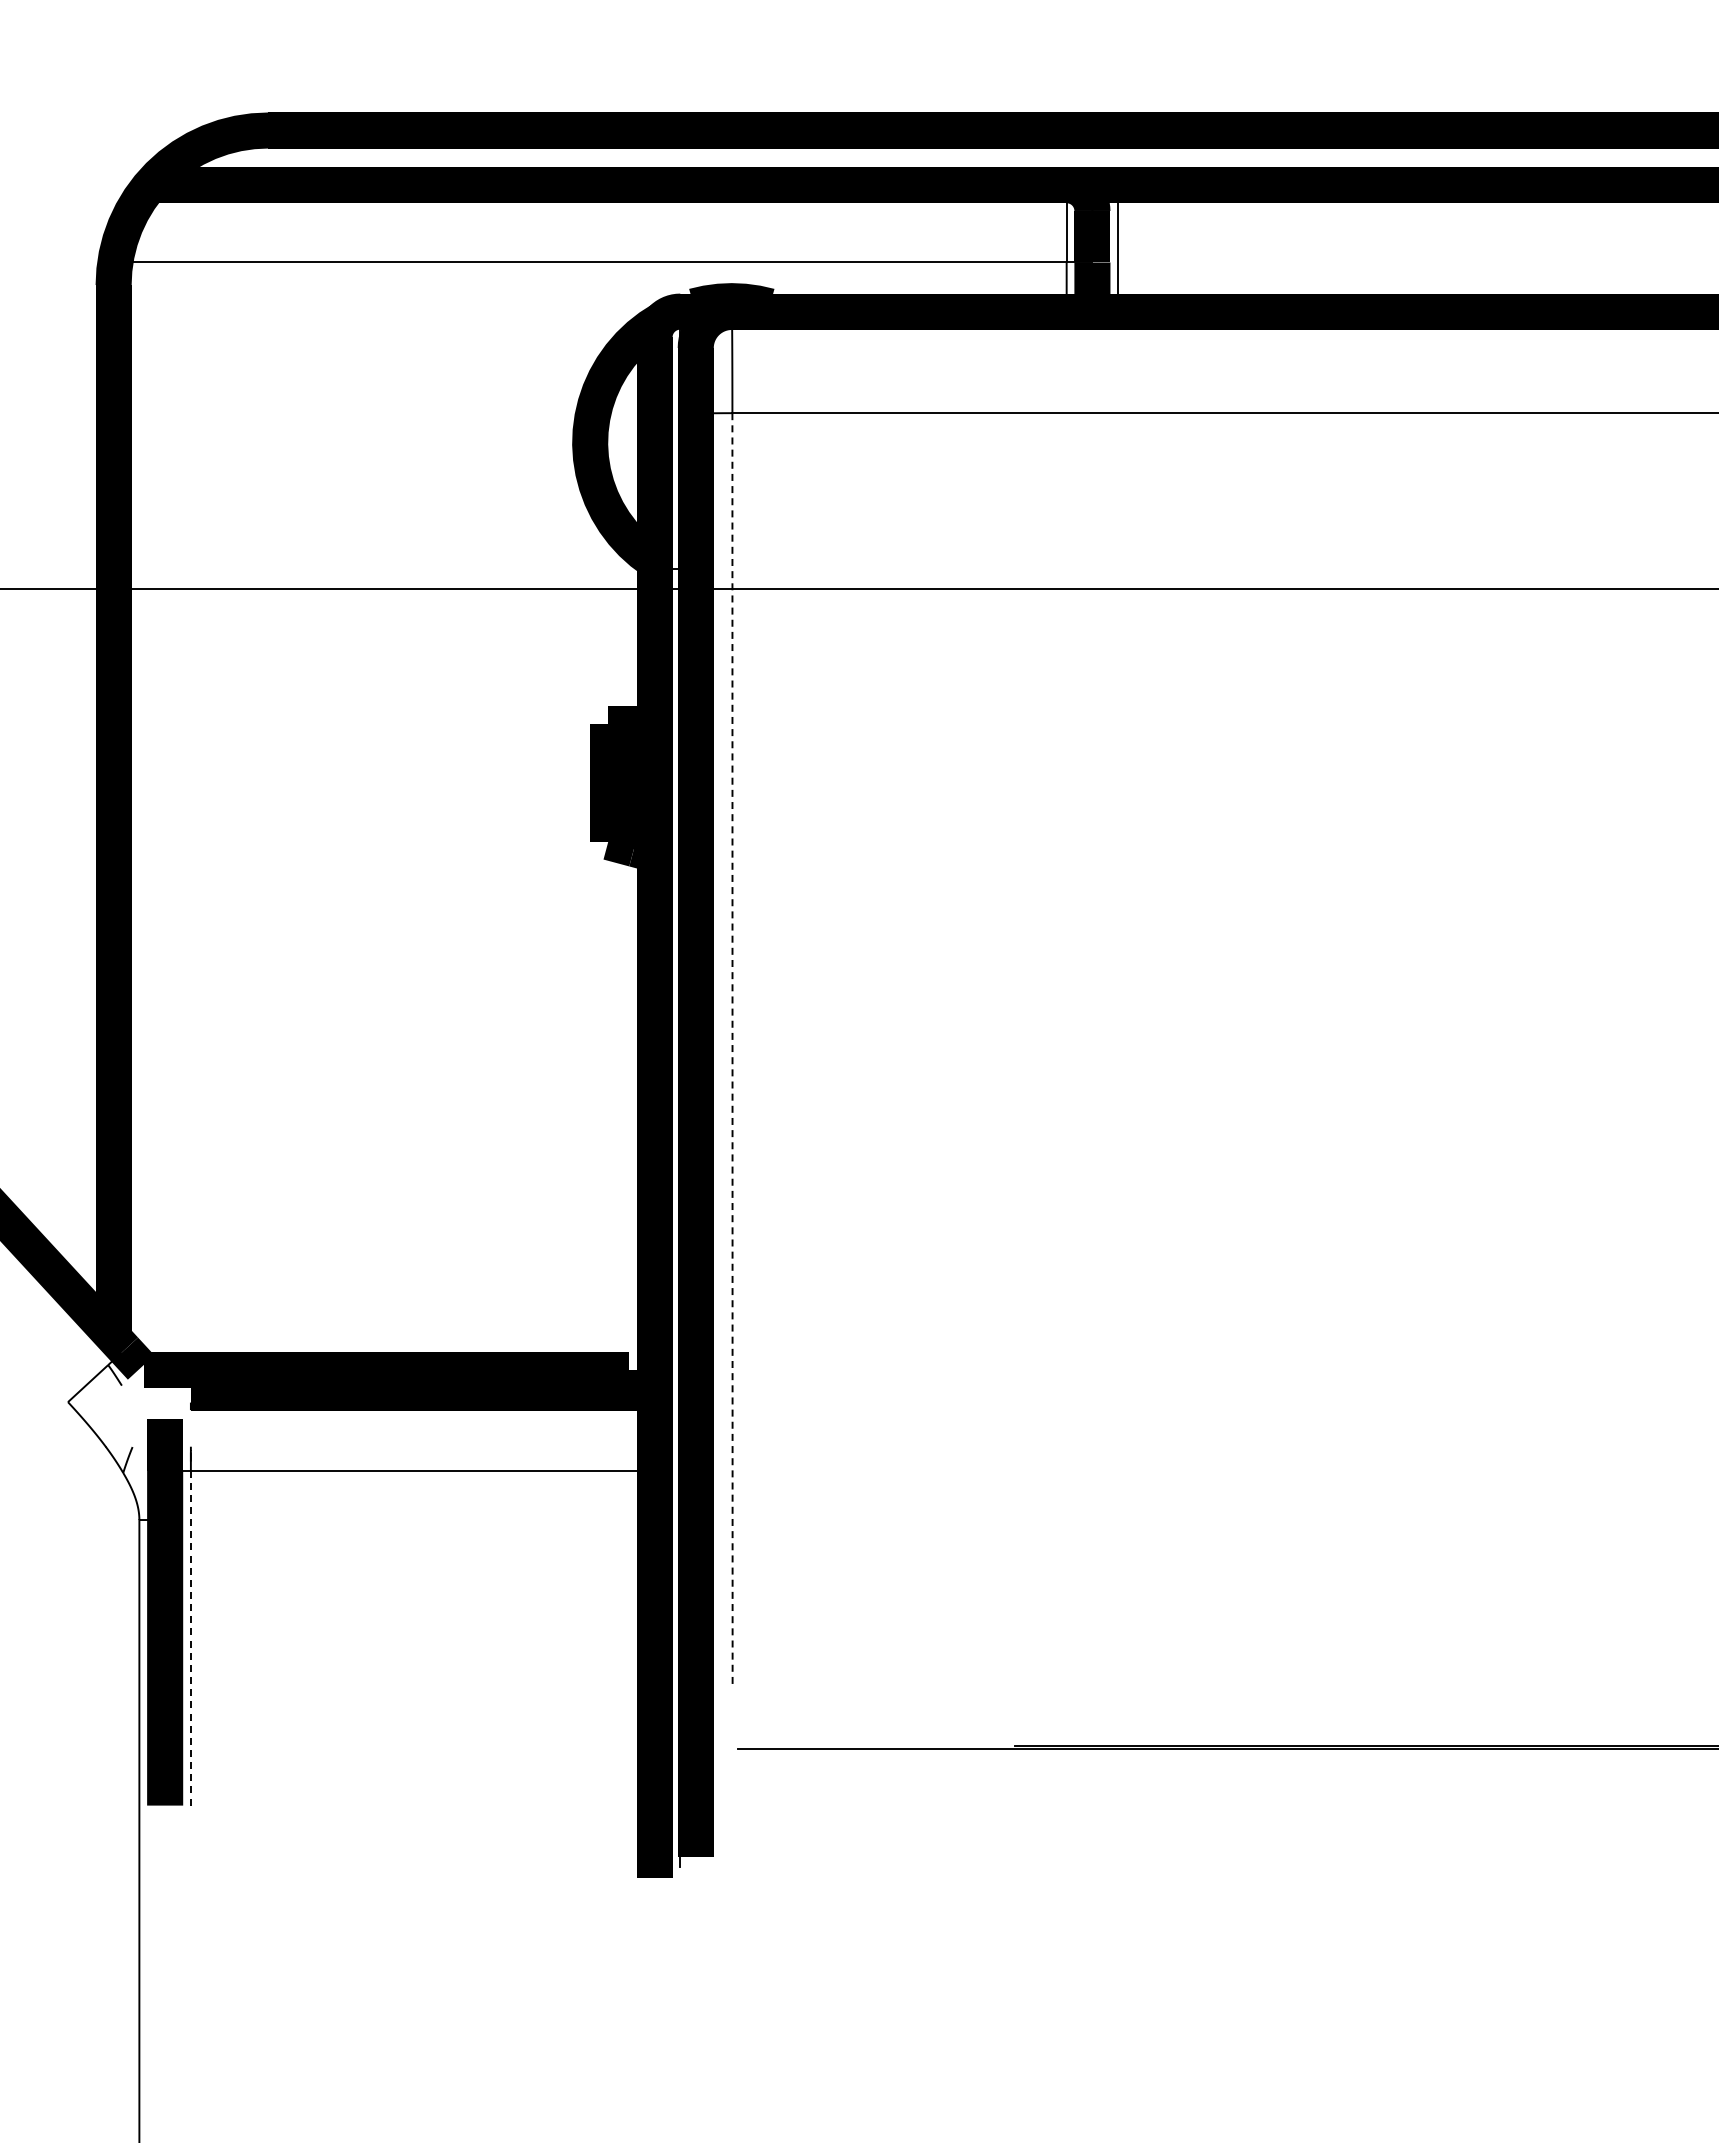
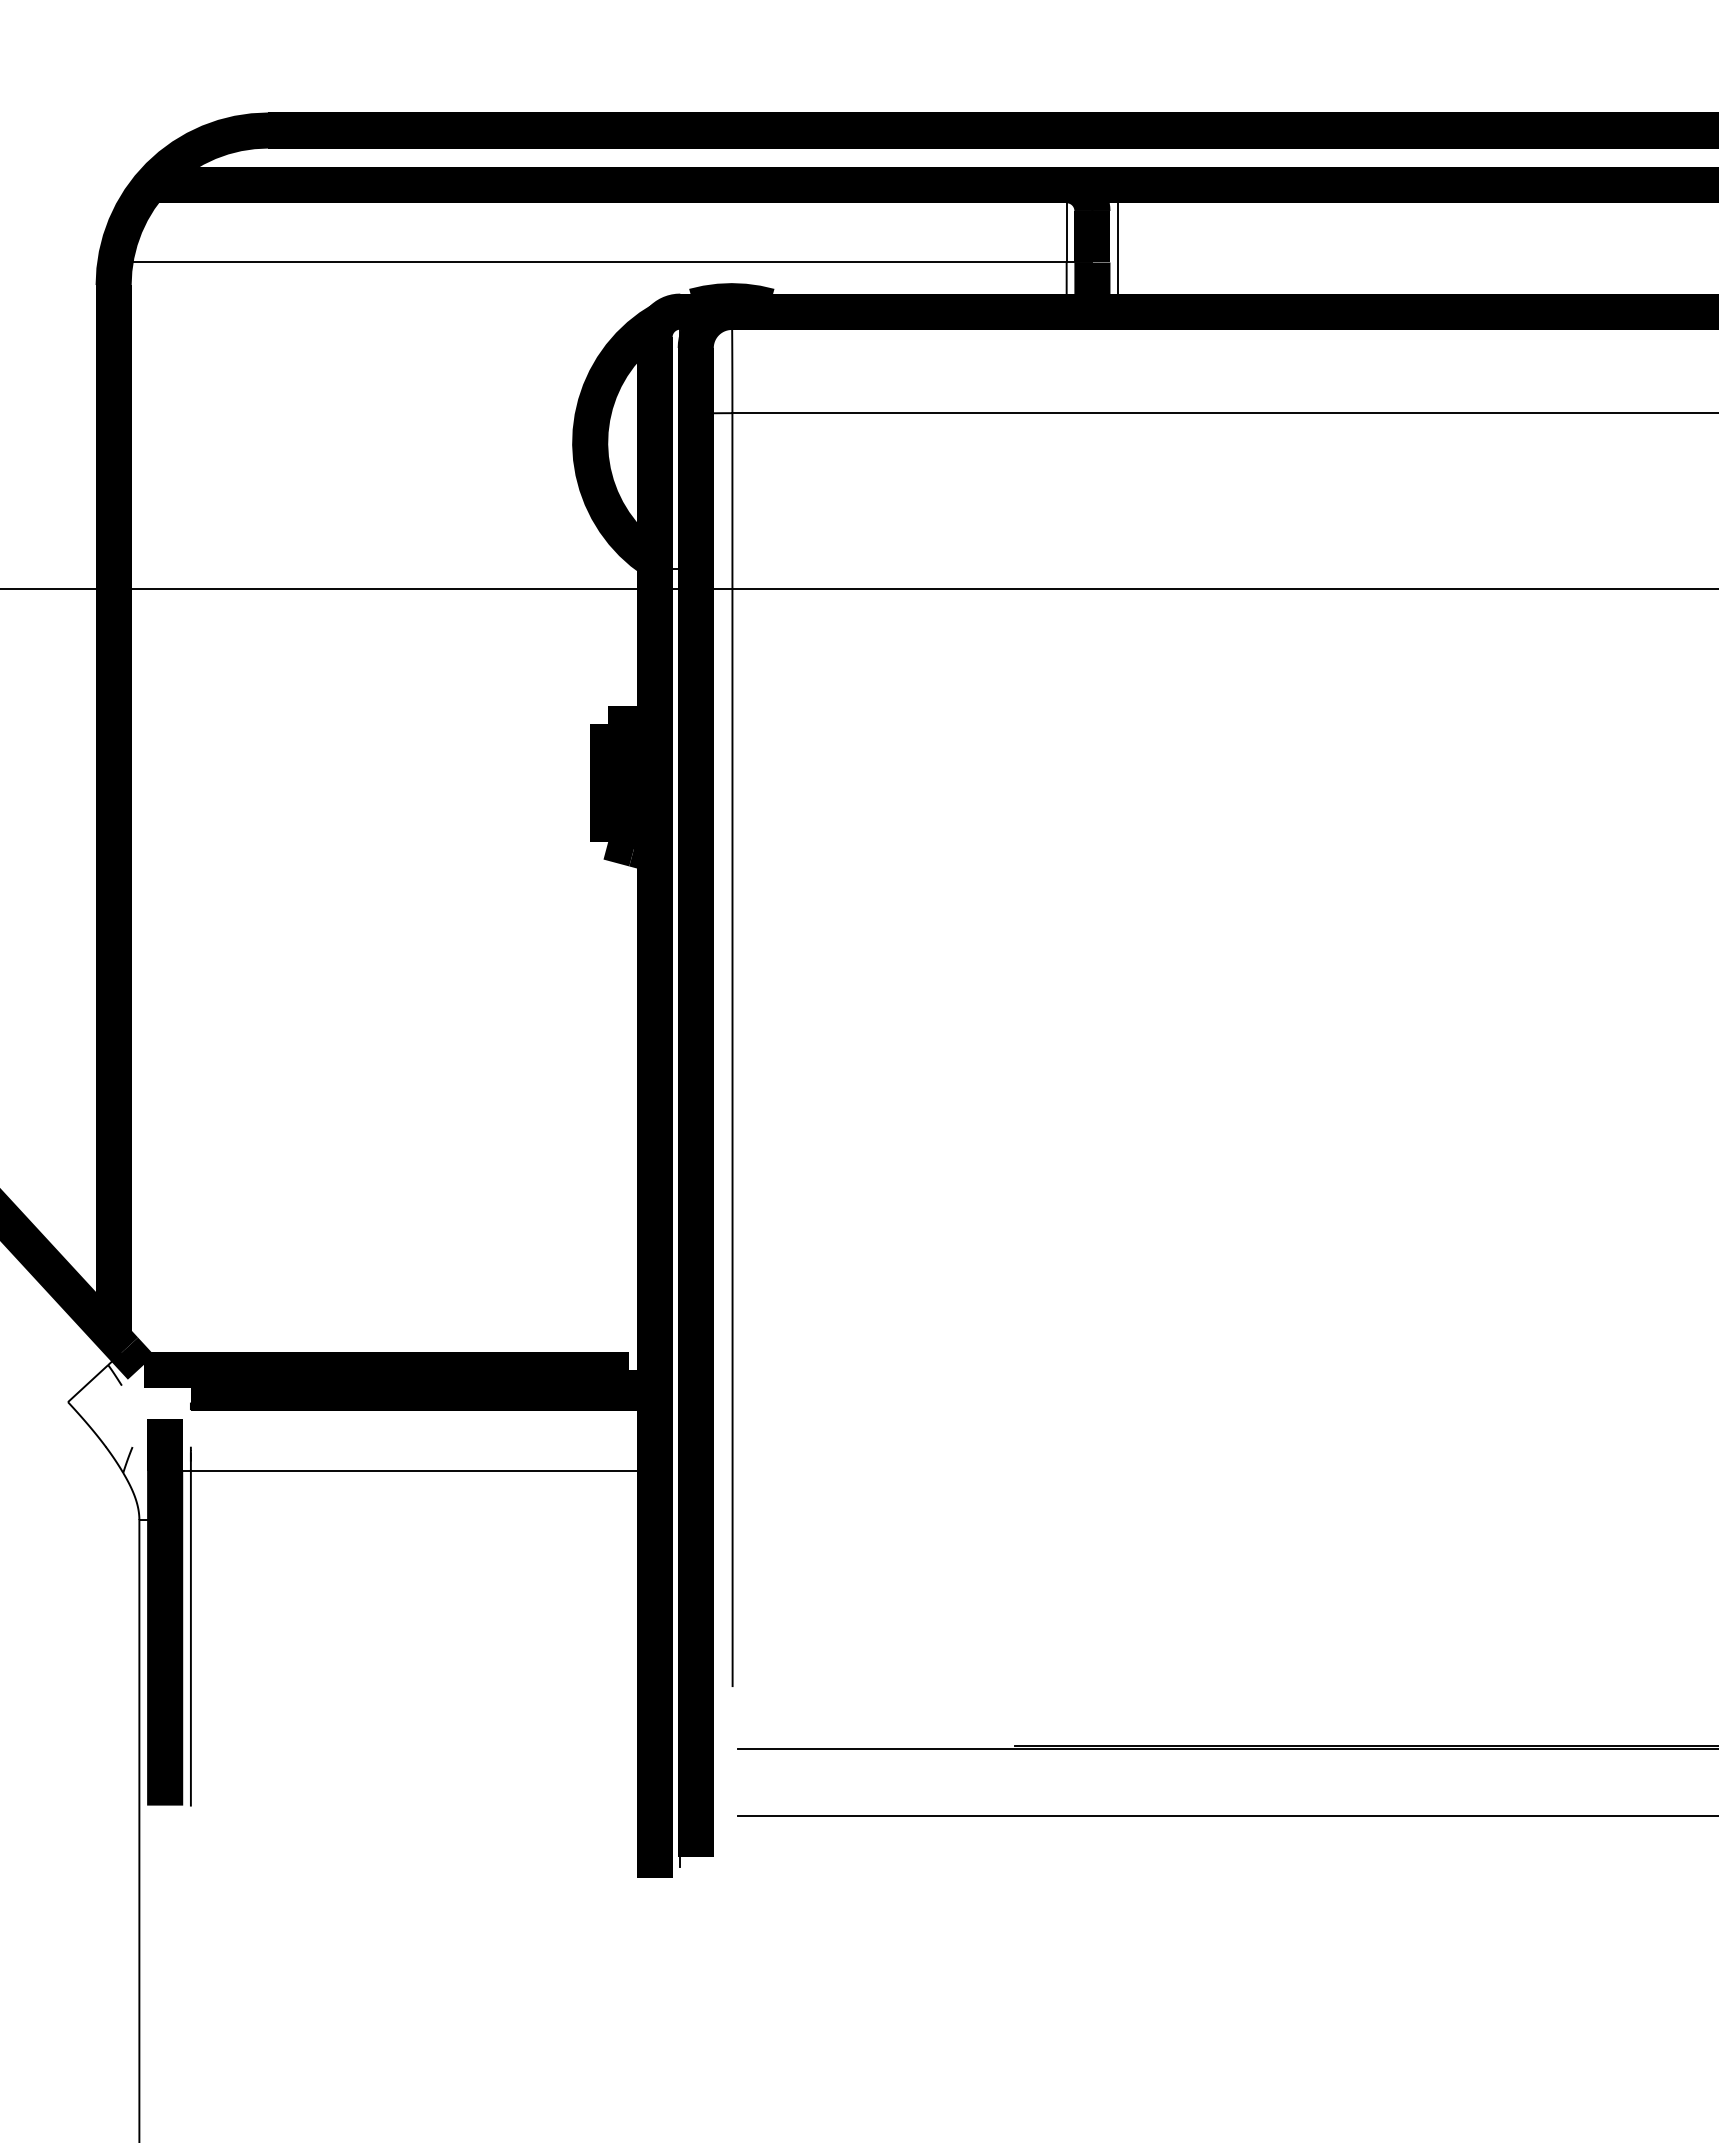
line at (732, 1050): dashed -> solid
line at (190, 1637): dashed -> solid
line at (1226, 1815): none -> present
